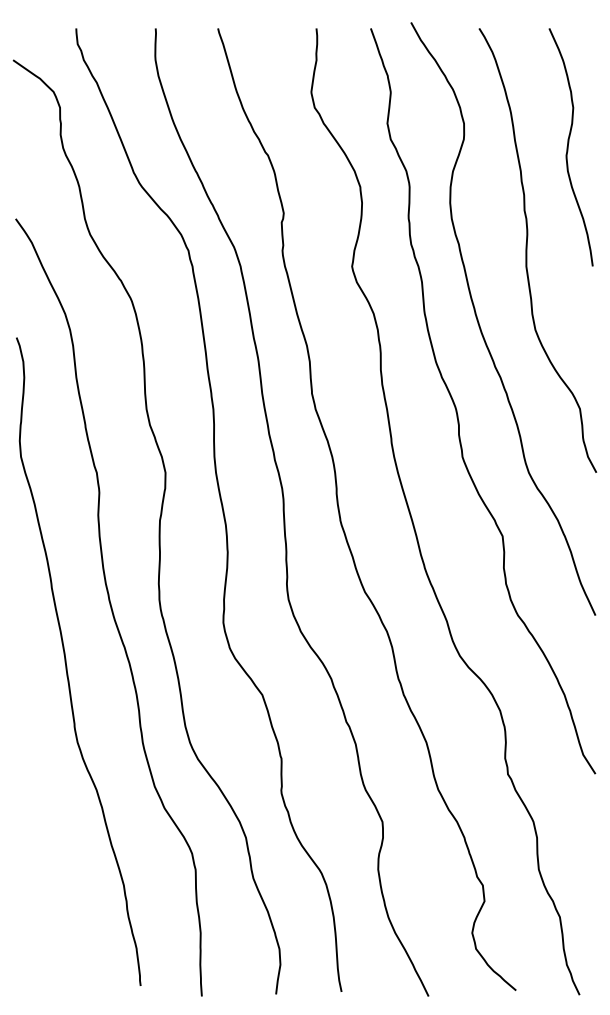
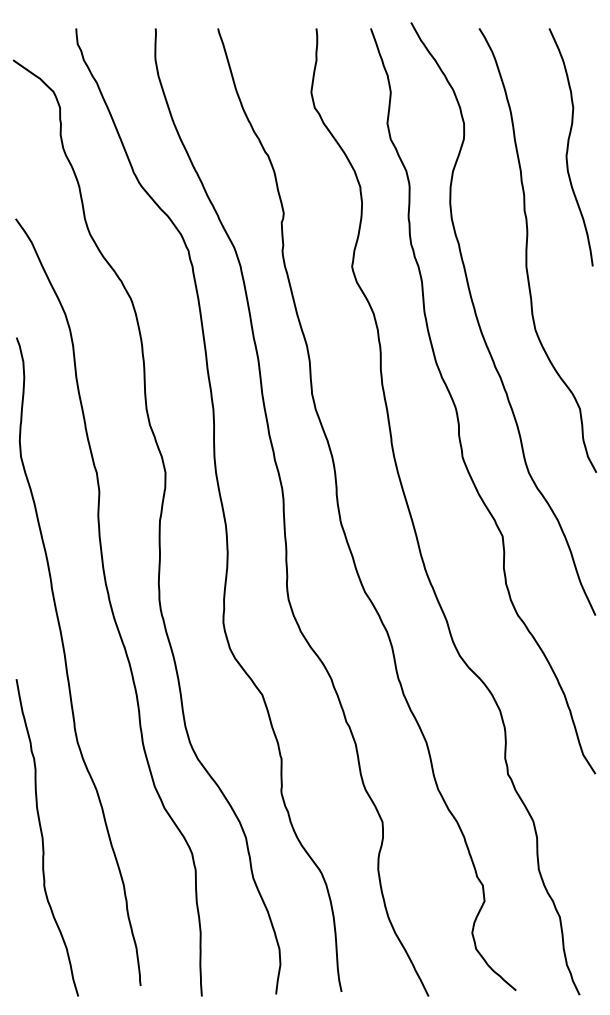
curve at (43, 837): none -> present
